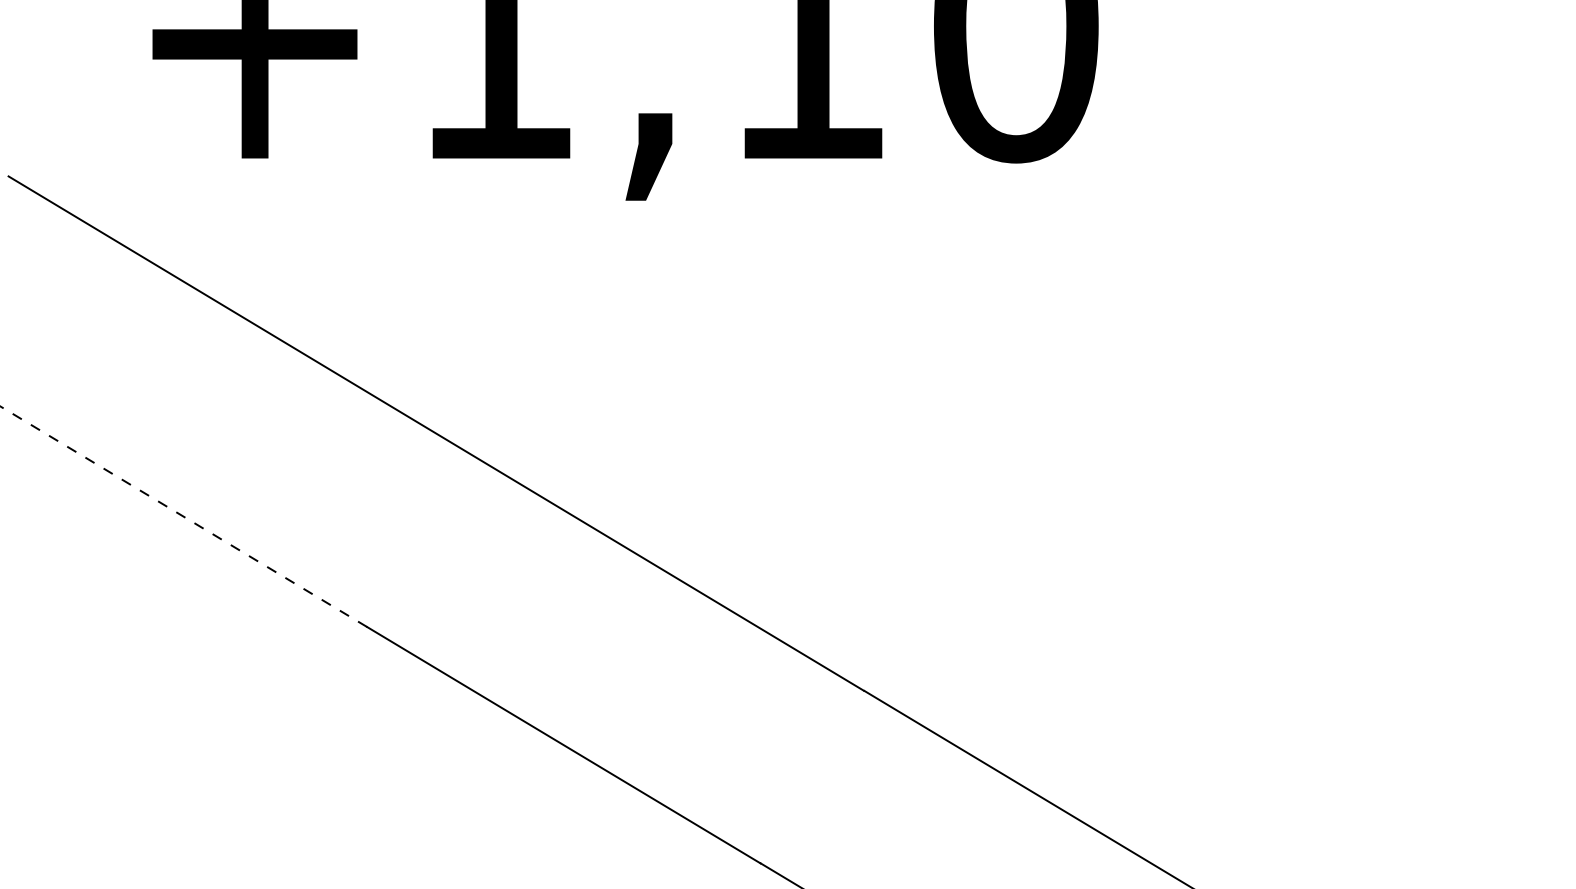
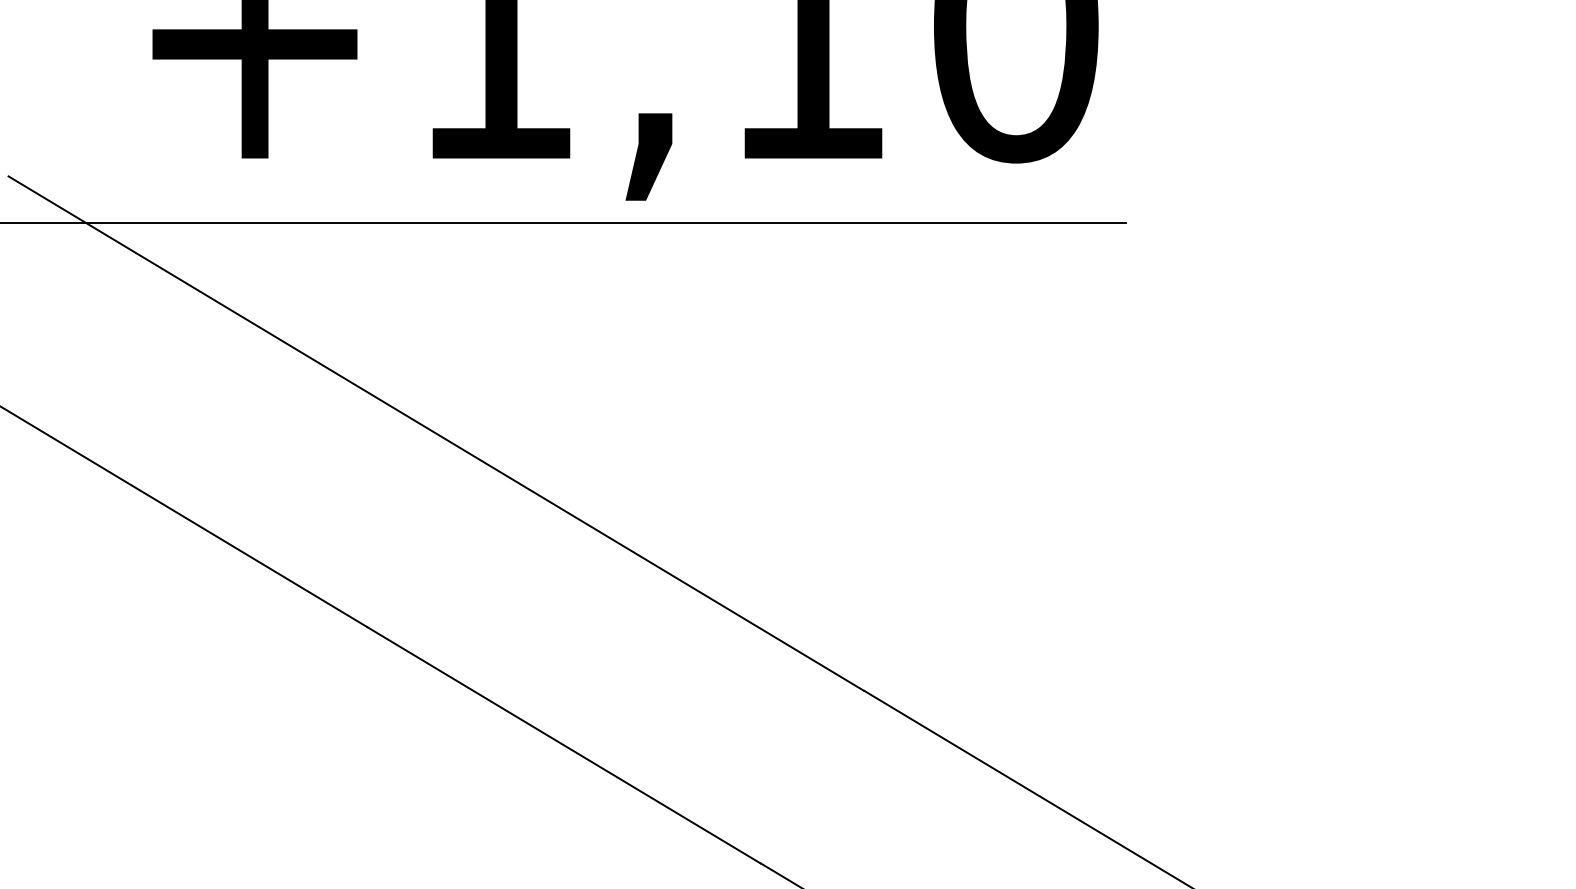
line at (563, 223): none -> present
line at (183, 516): dashed -> solid
